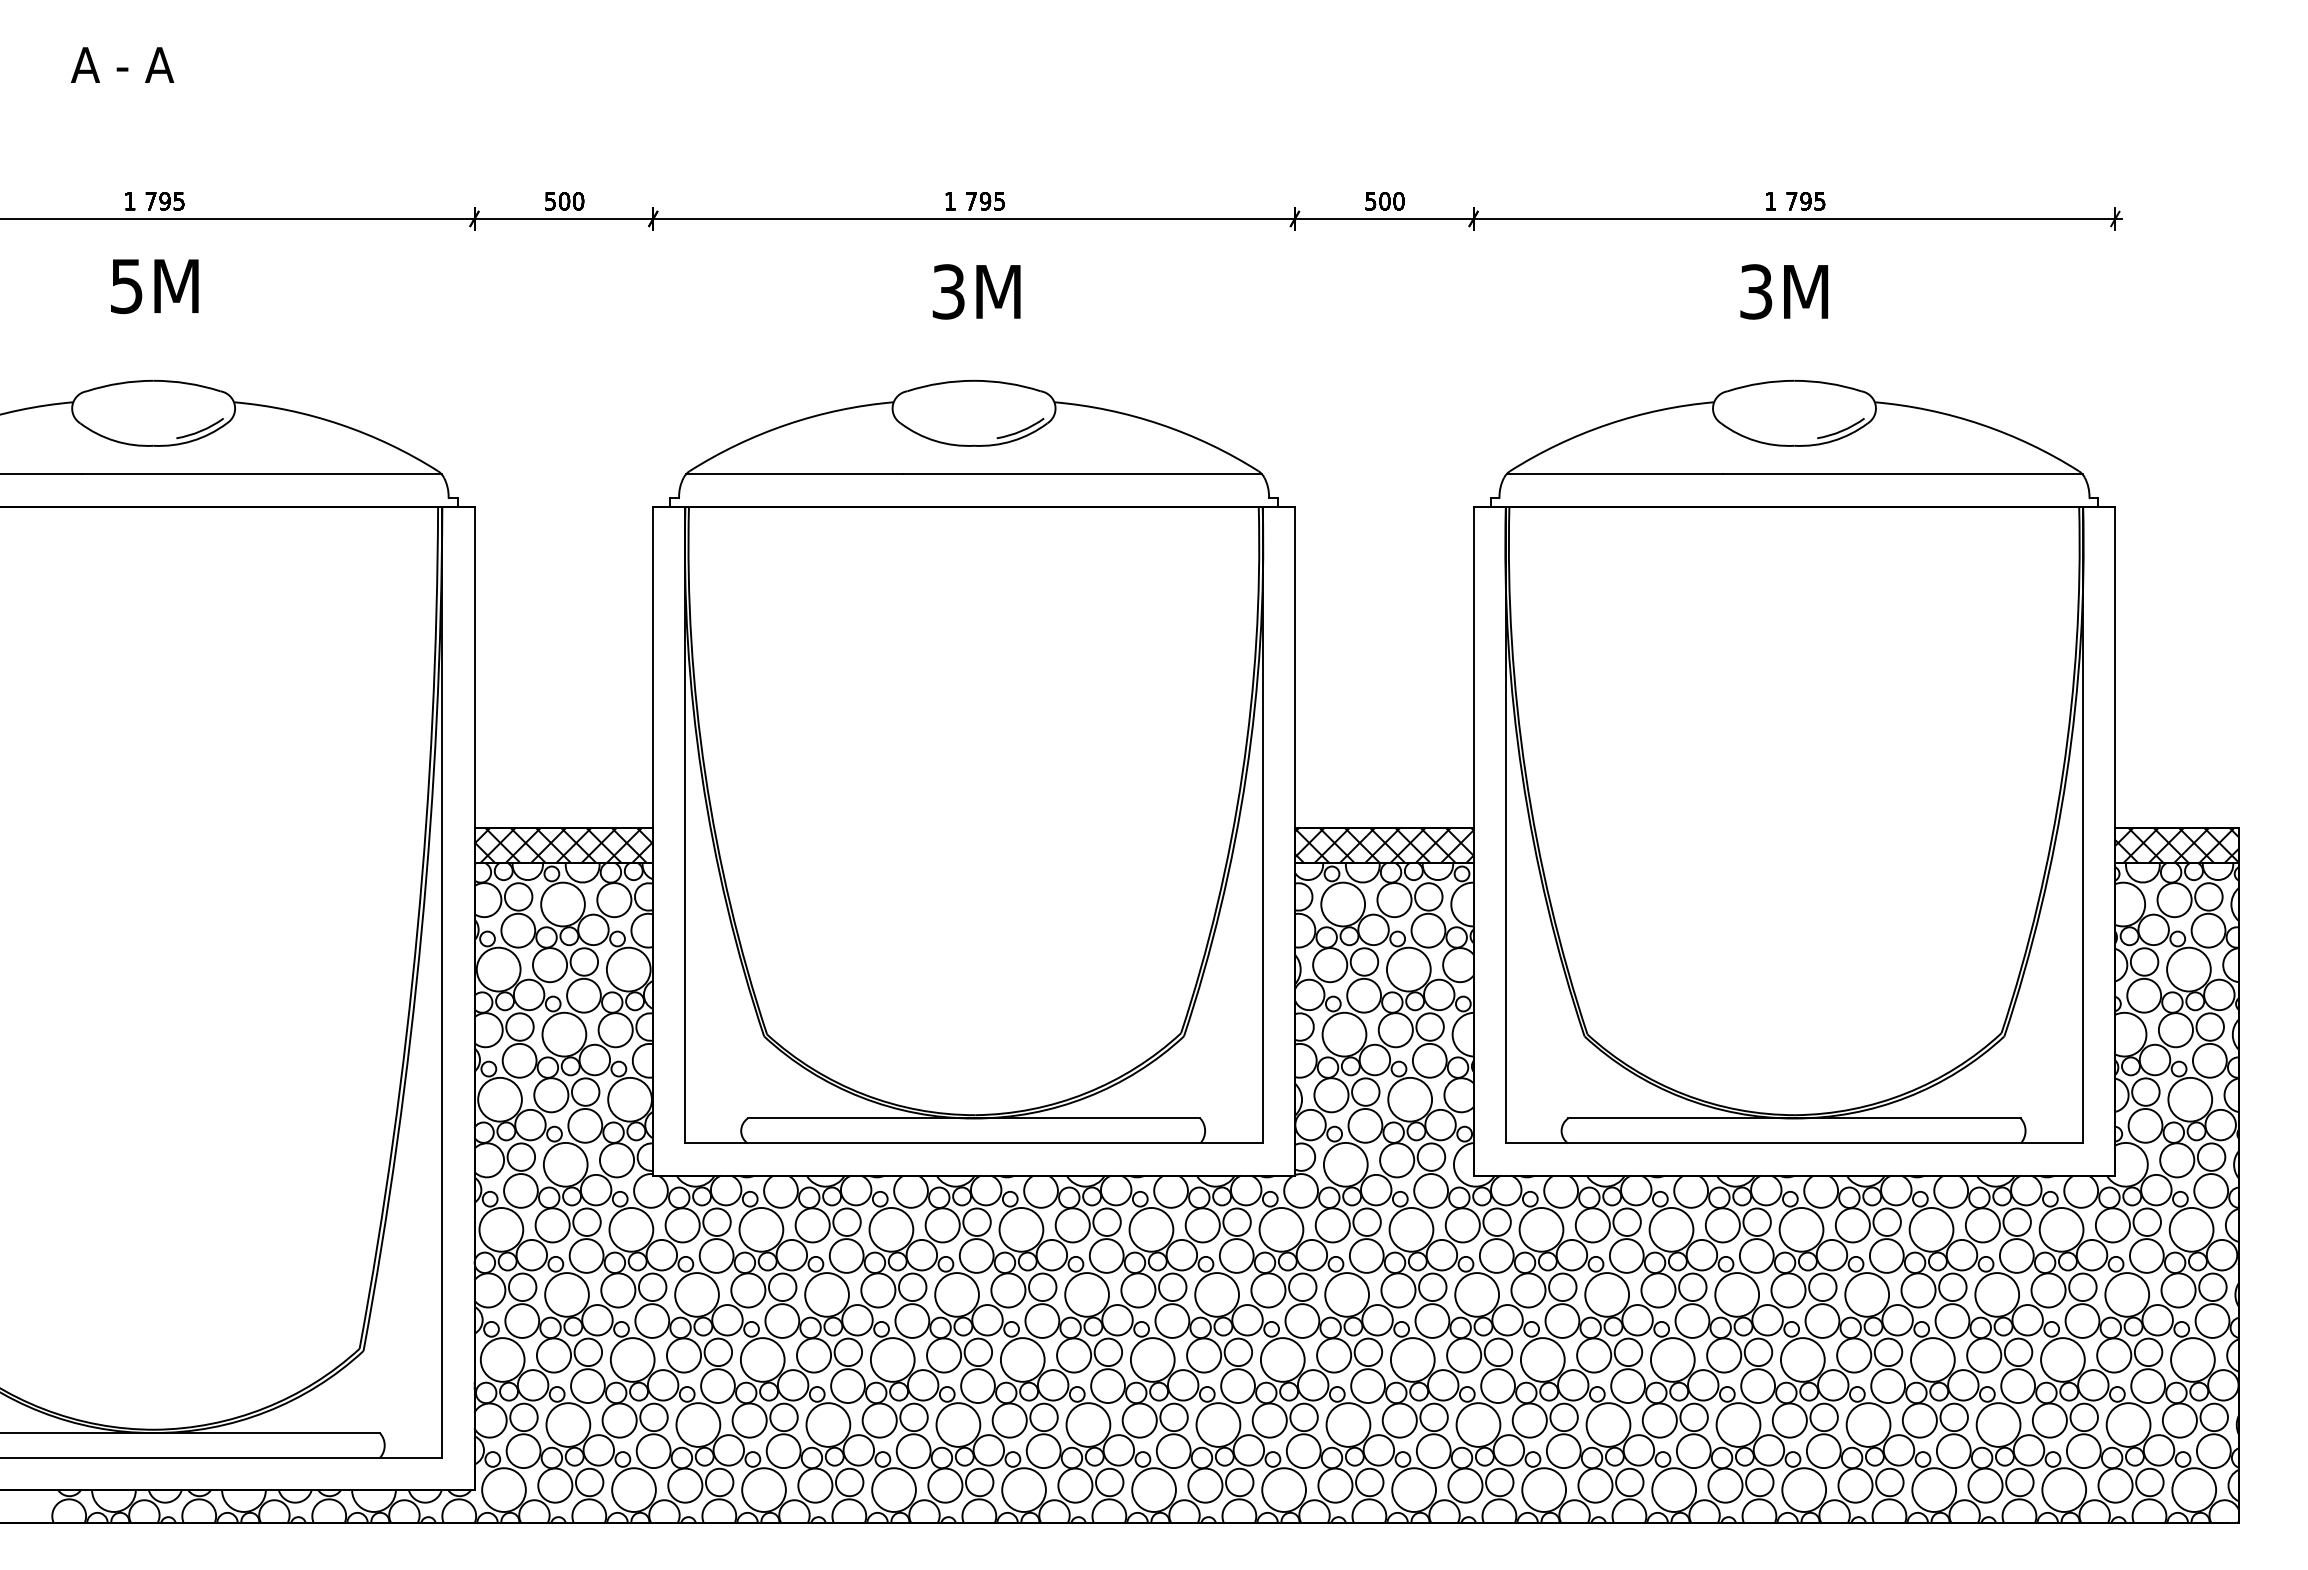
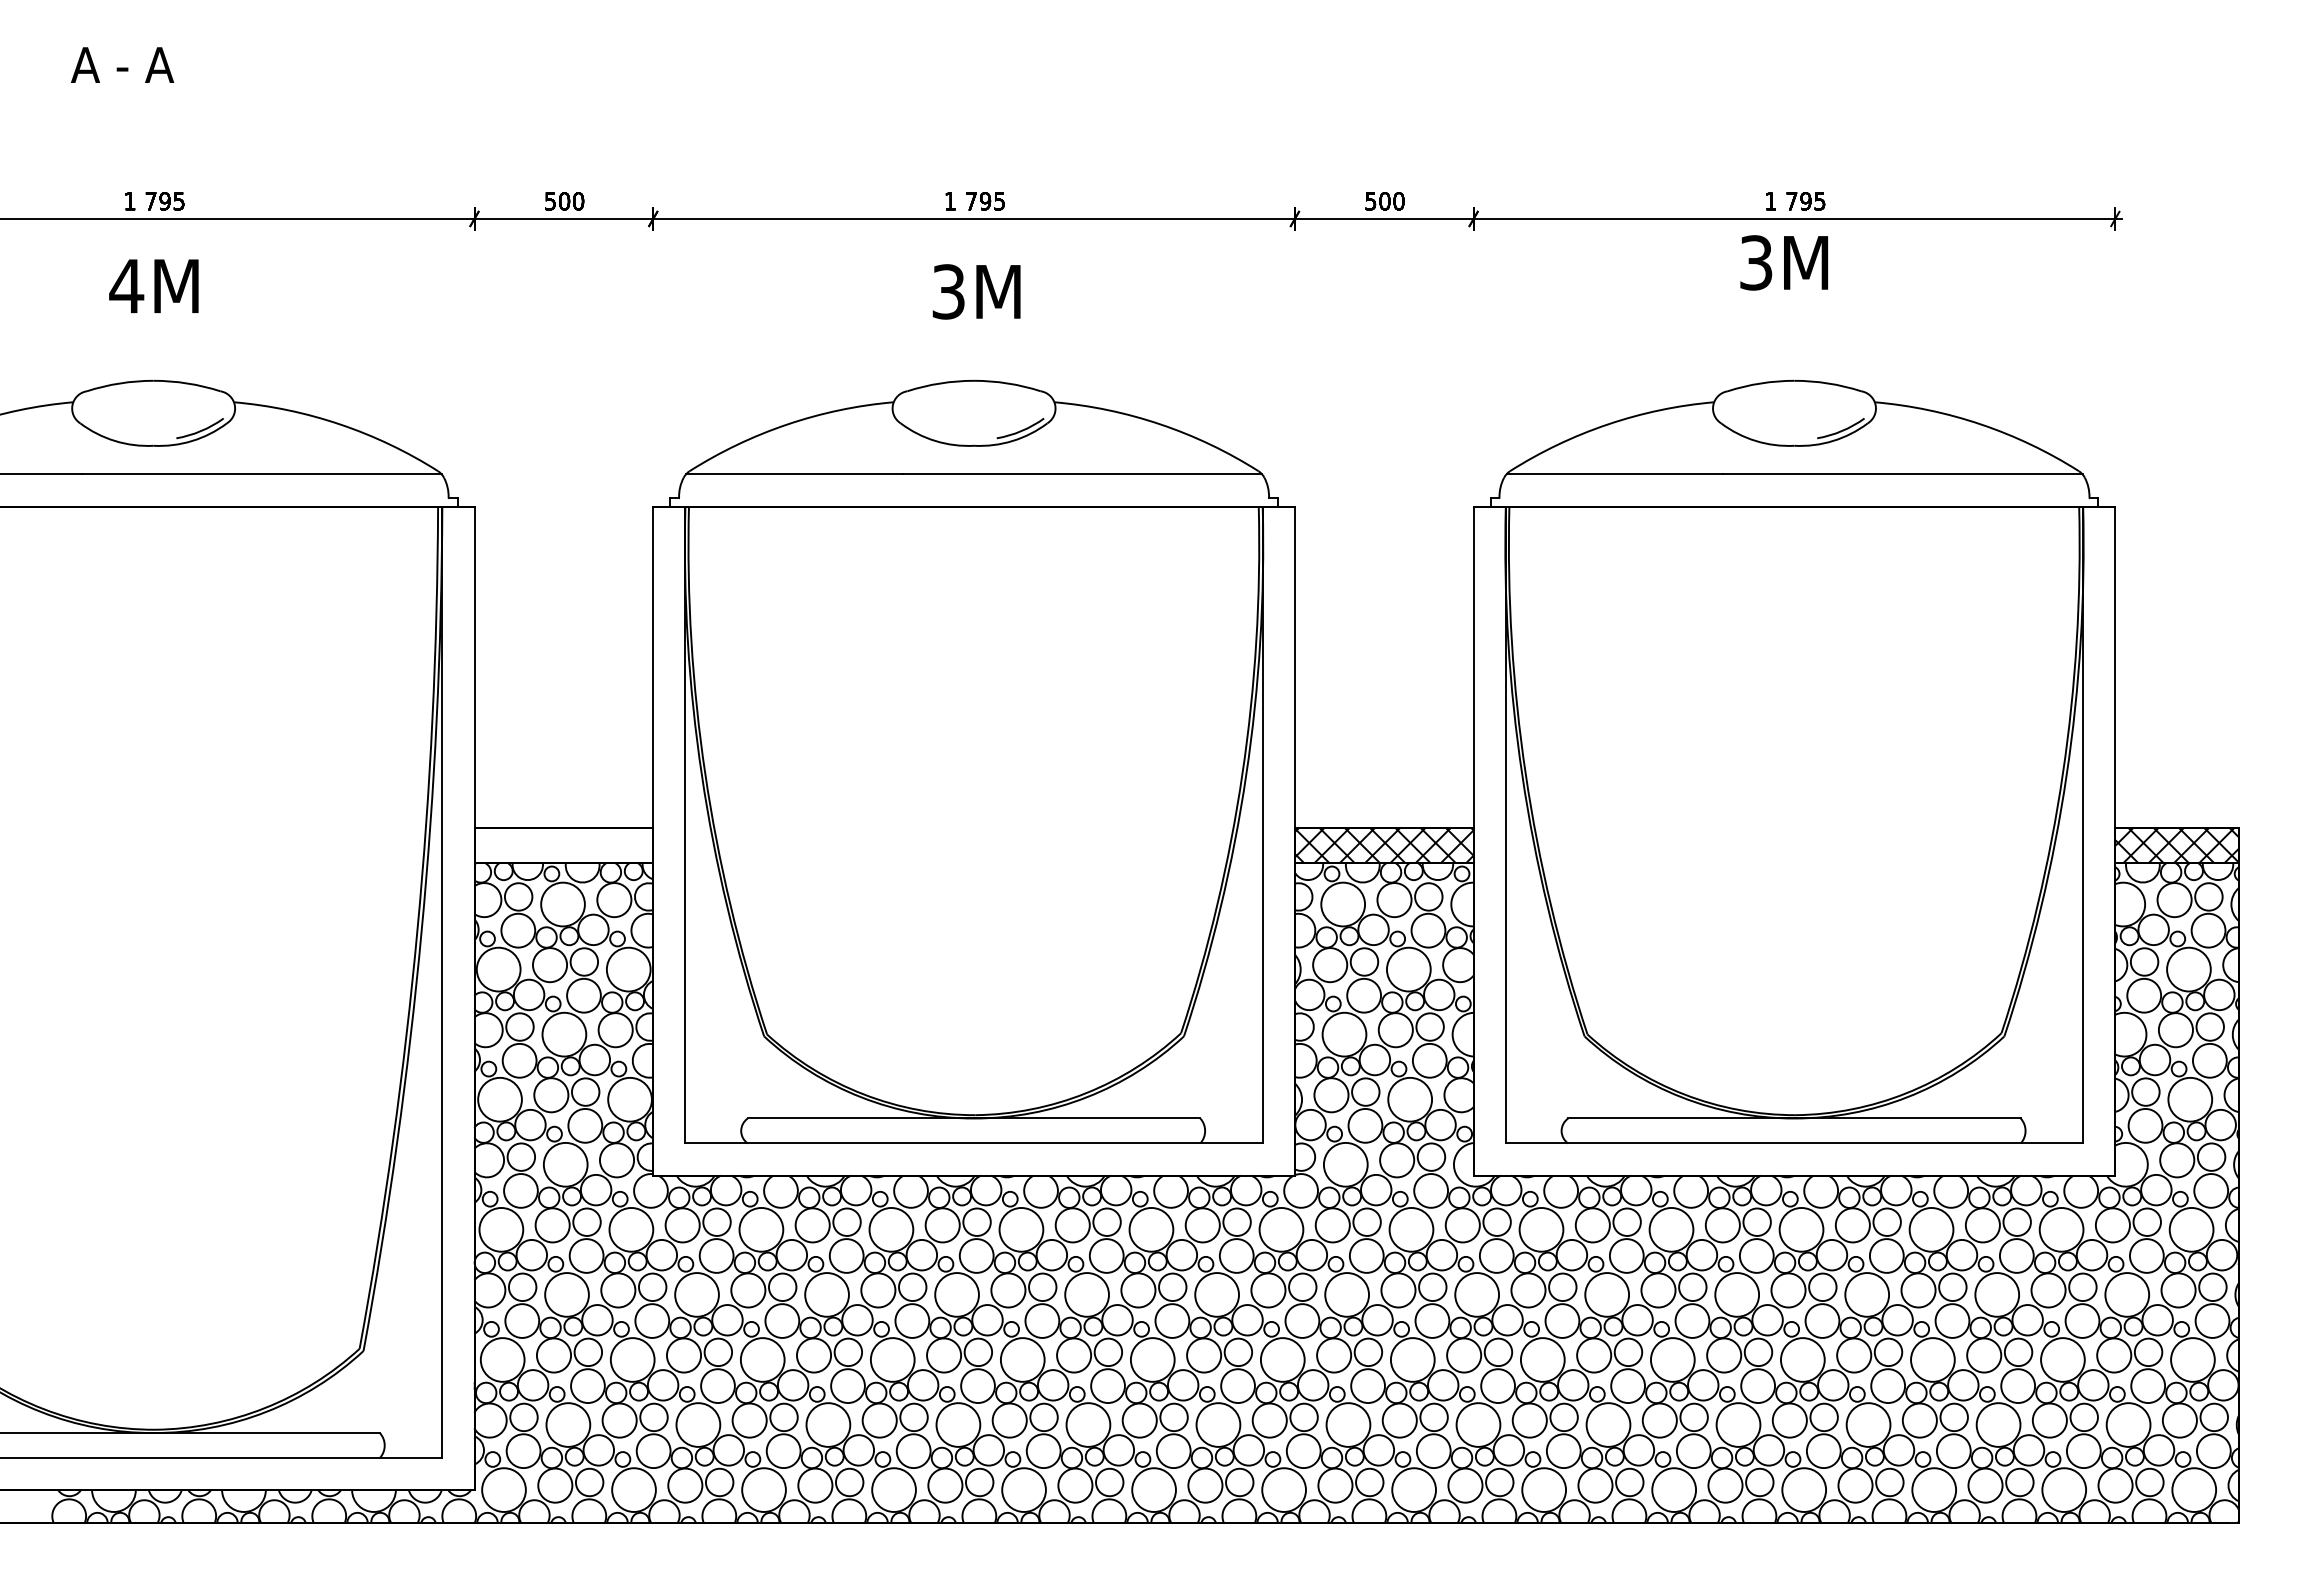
text at (126, 286): 5M -> 4M
text at (1783, 291) position: (1783, 291) -> (1783, 262)
hatch at (563, 845): present -> none
